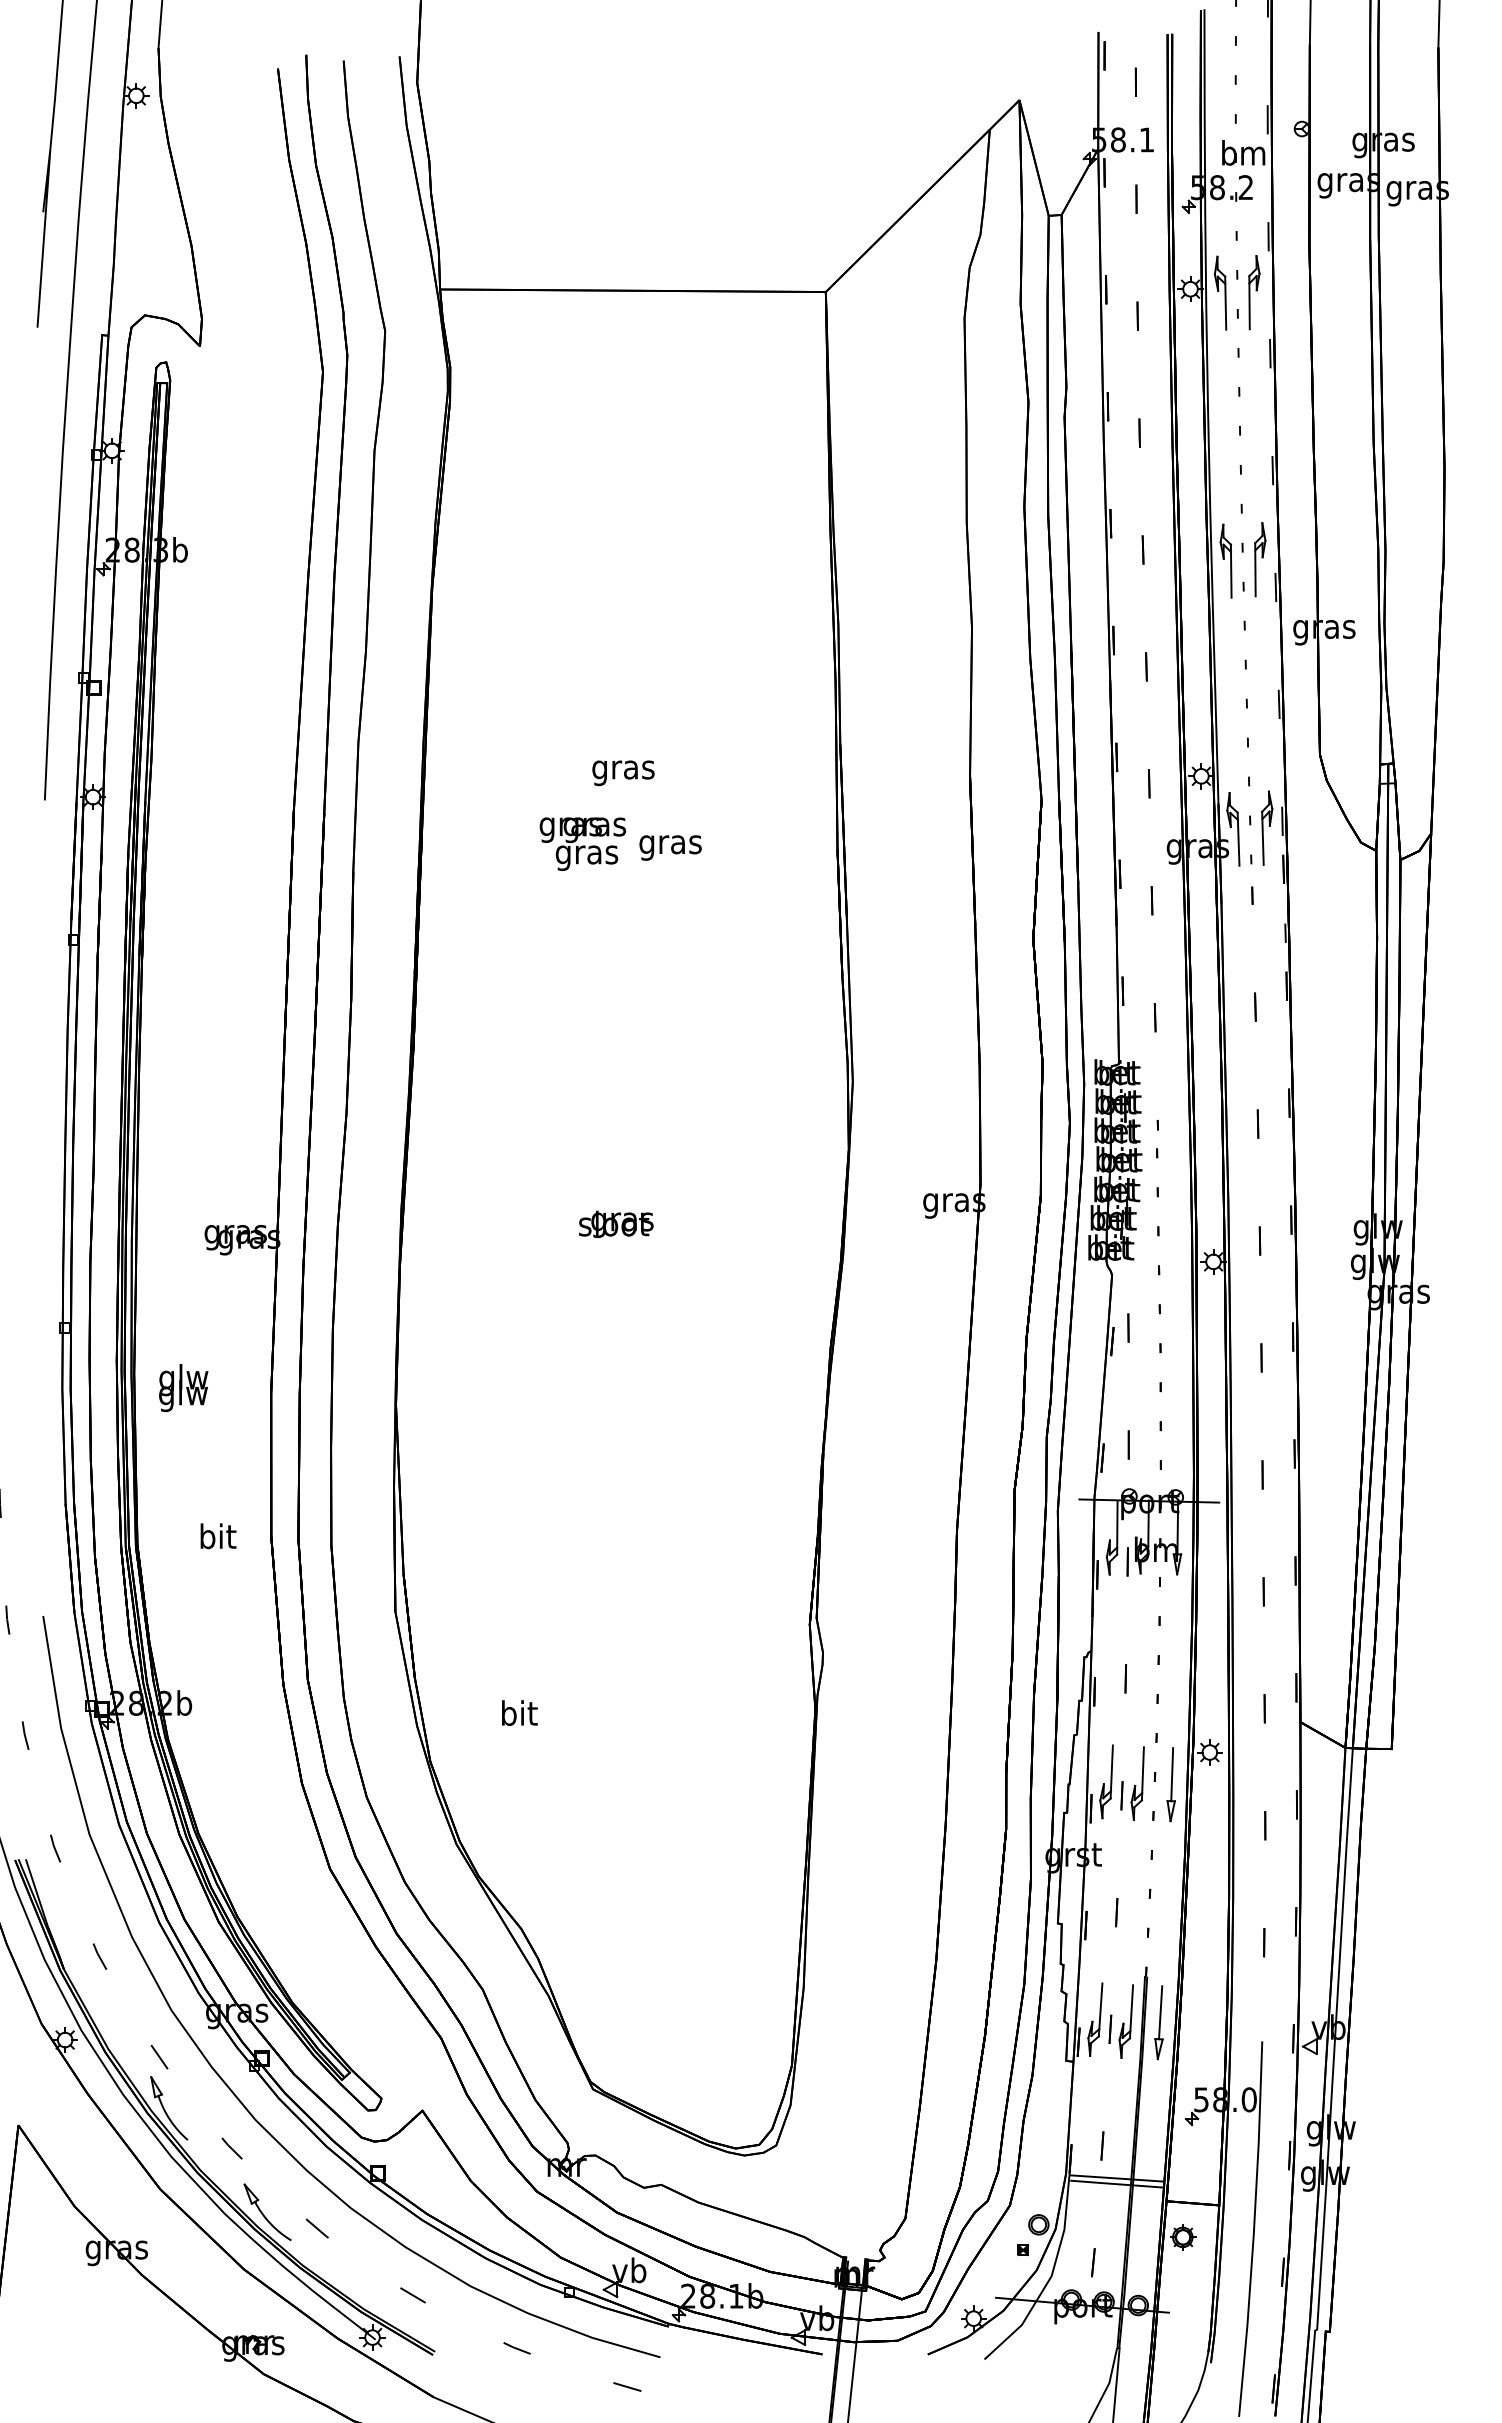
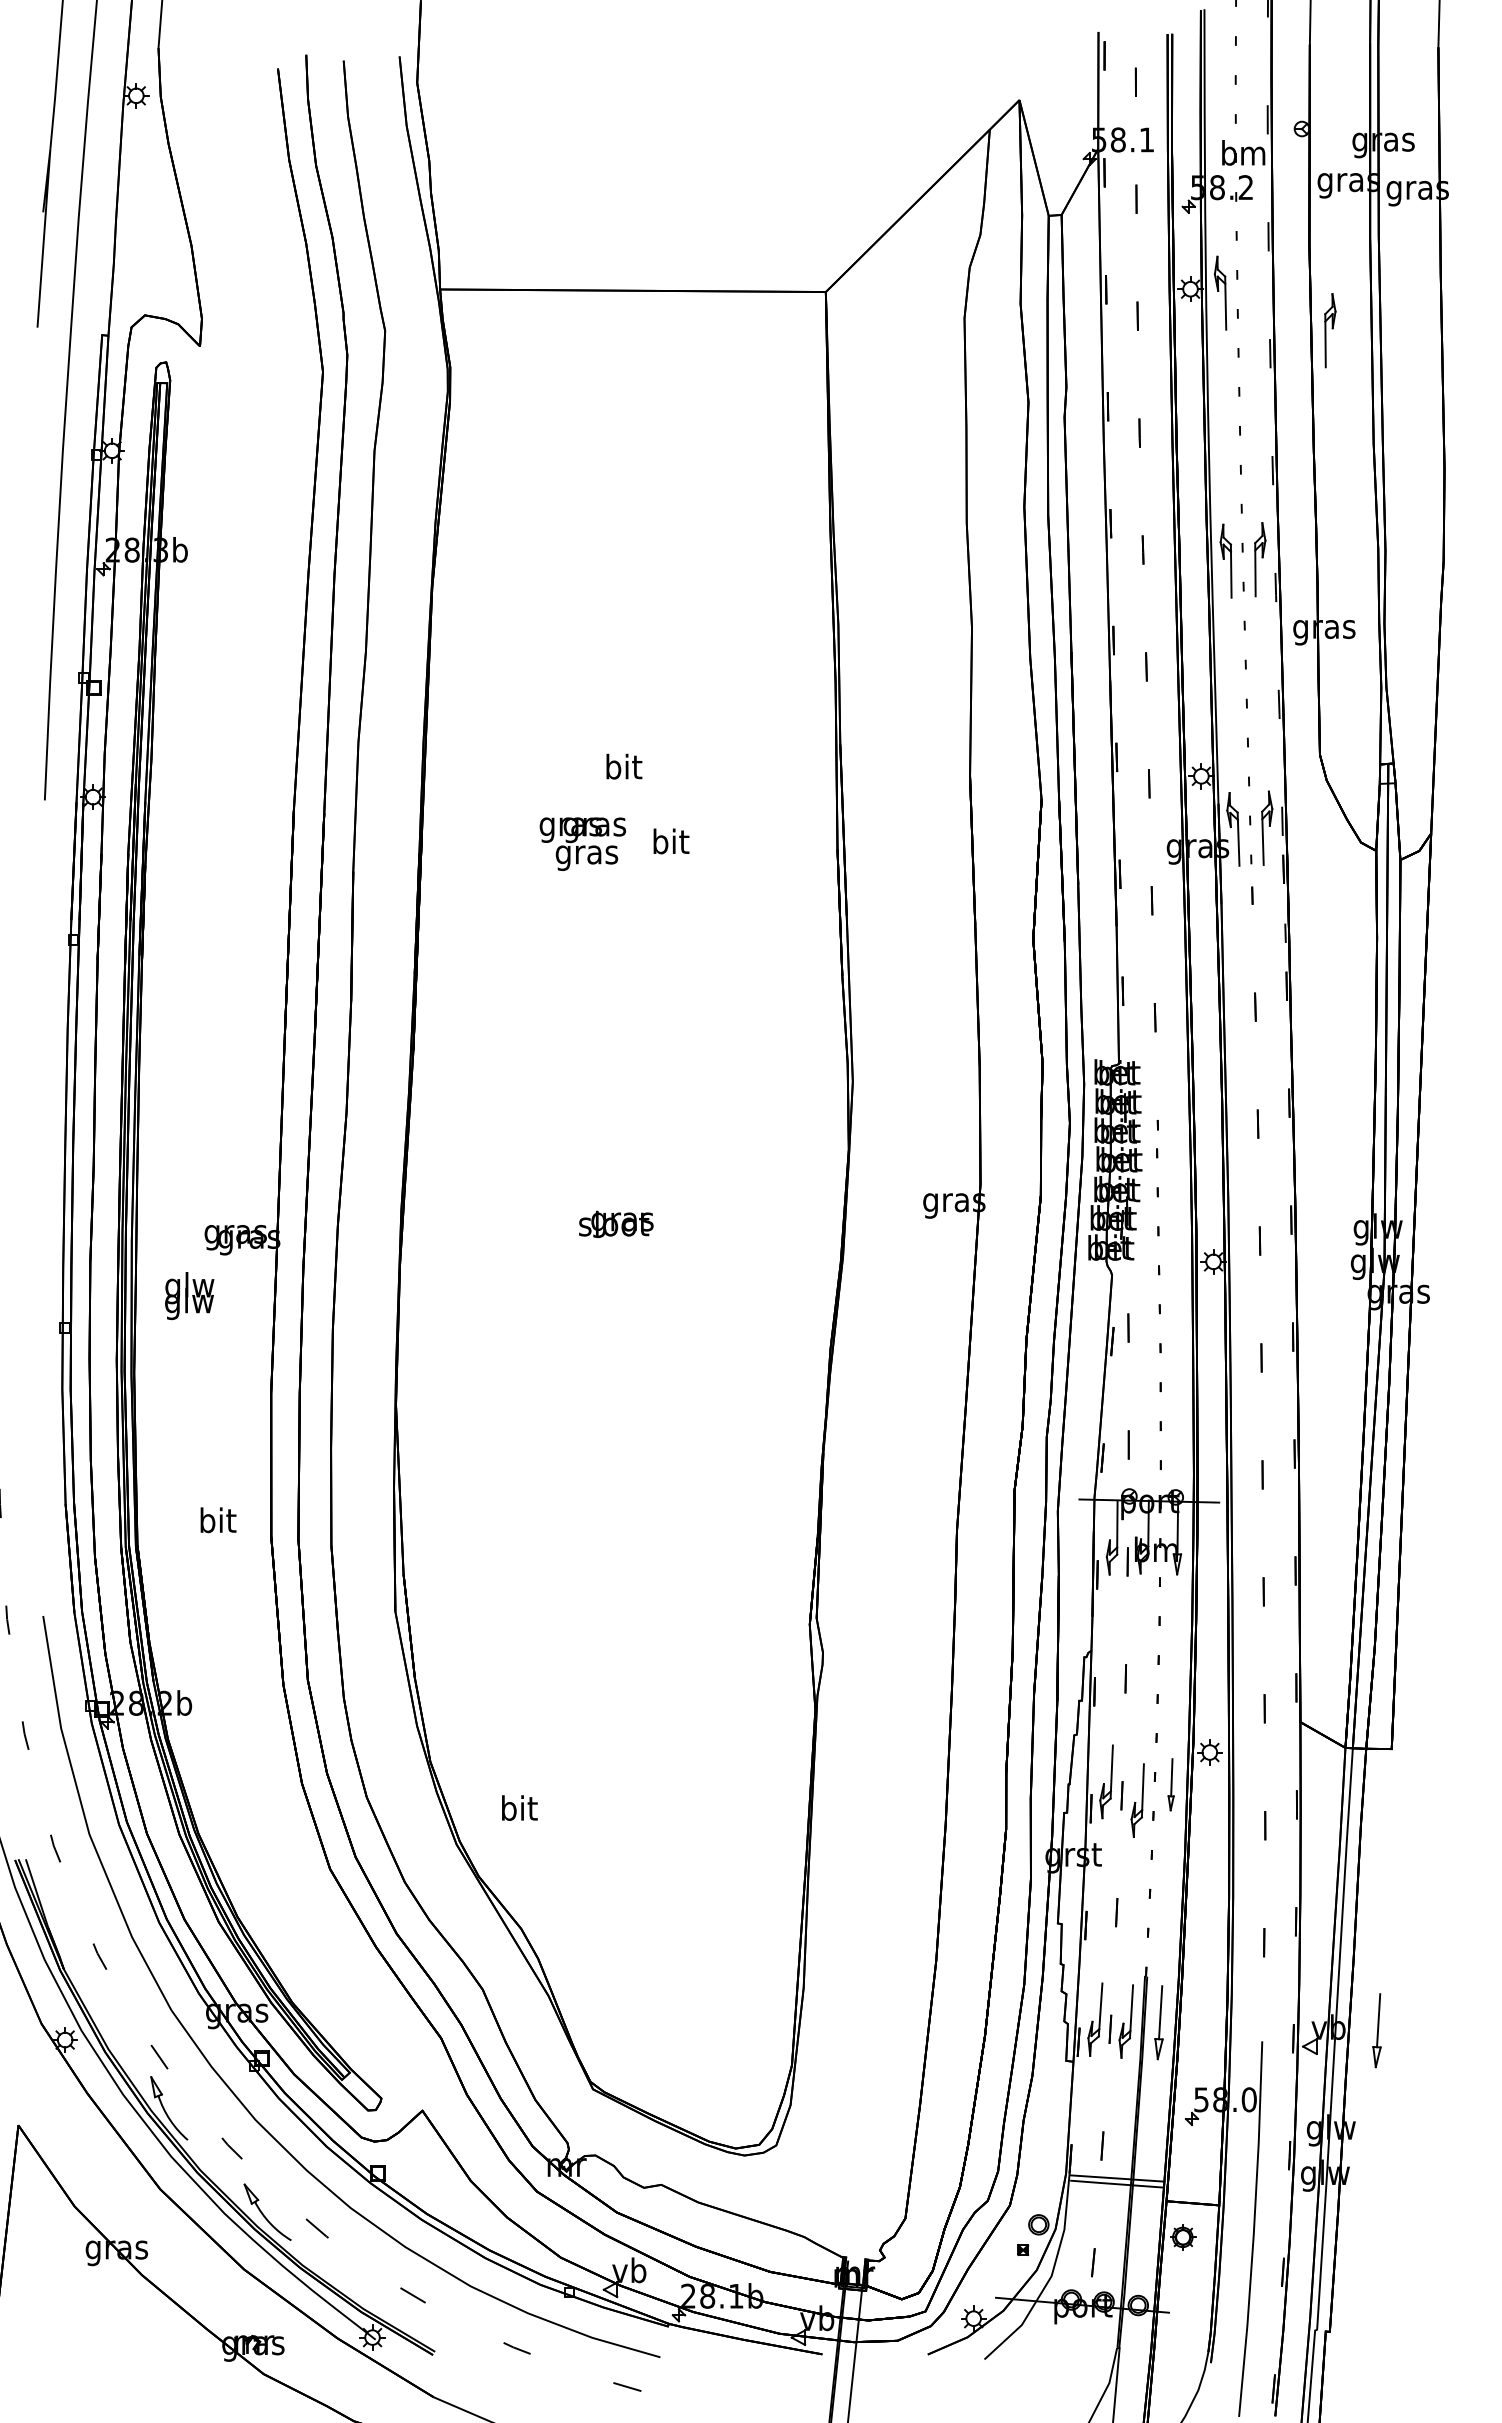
part at (1254, 292) position: (1254, 292) -> (1330, 330)
text at (623, 769): gras -> bit
text at (670, 844): gras -> bit
text at (183, 1388) position: (183, 1388) -> (189, 1296)
text at (218, 1536) position: (218, 1536) -> (218, 1520)
text at (519, 1712) position: (519, 1712) -> (519, 1807)
part at (1137, 1783) position: (1137, 1783) -> (1137, 1800)
part at (1170, 1784) size: 10x76 px -> 8x54 px
part at (1376, 2030): none -> present
